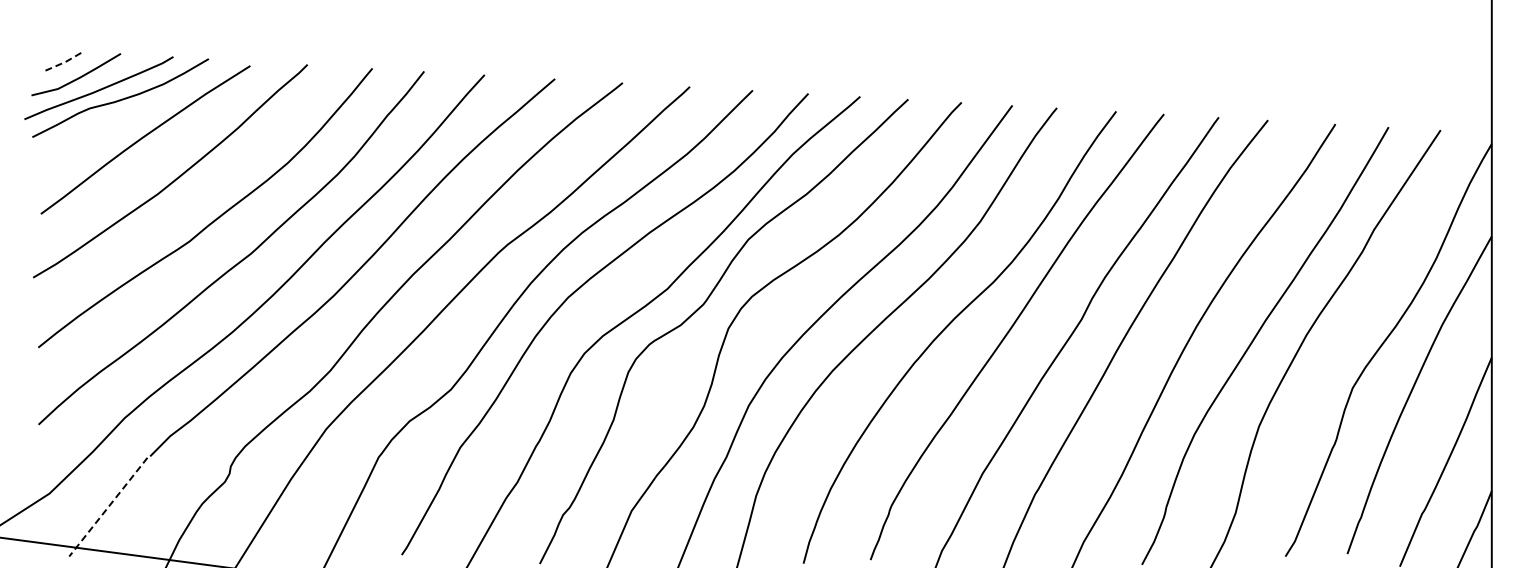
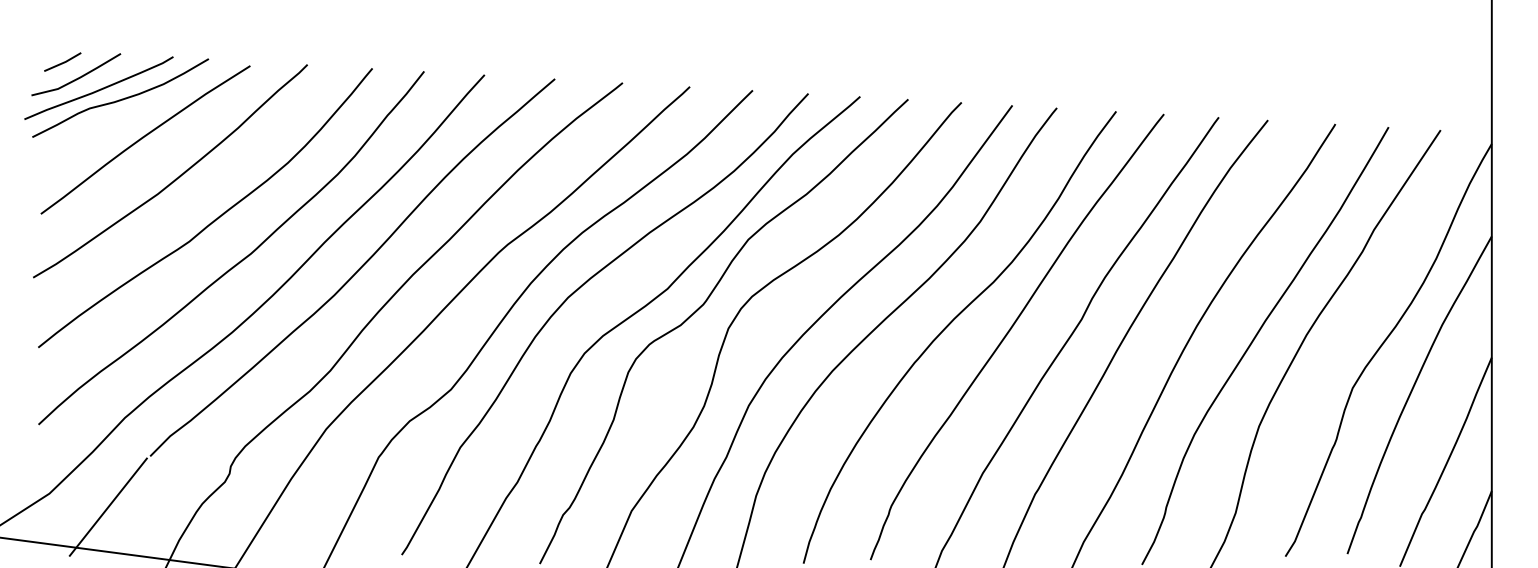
line at (63, 63): dashed -> solid
line at (108, 507): dashed -> solid
